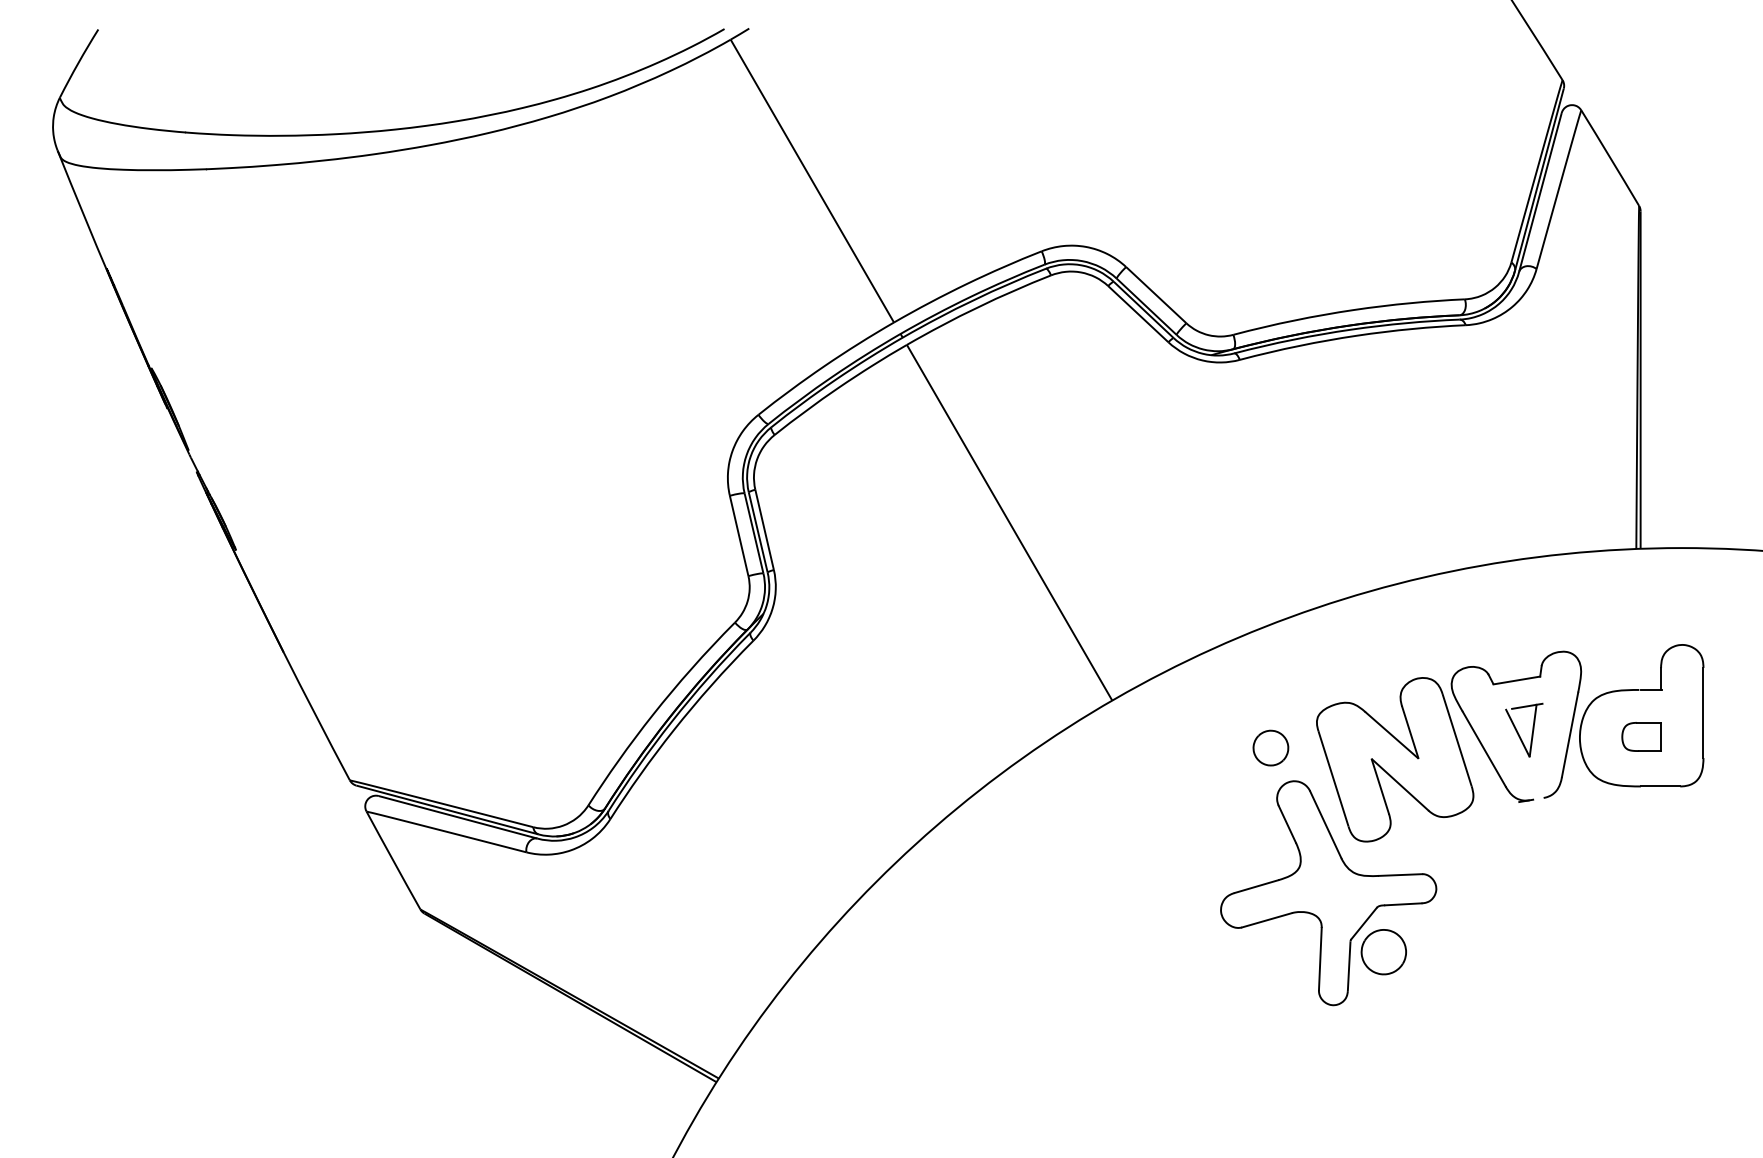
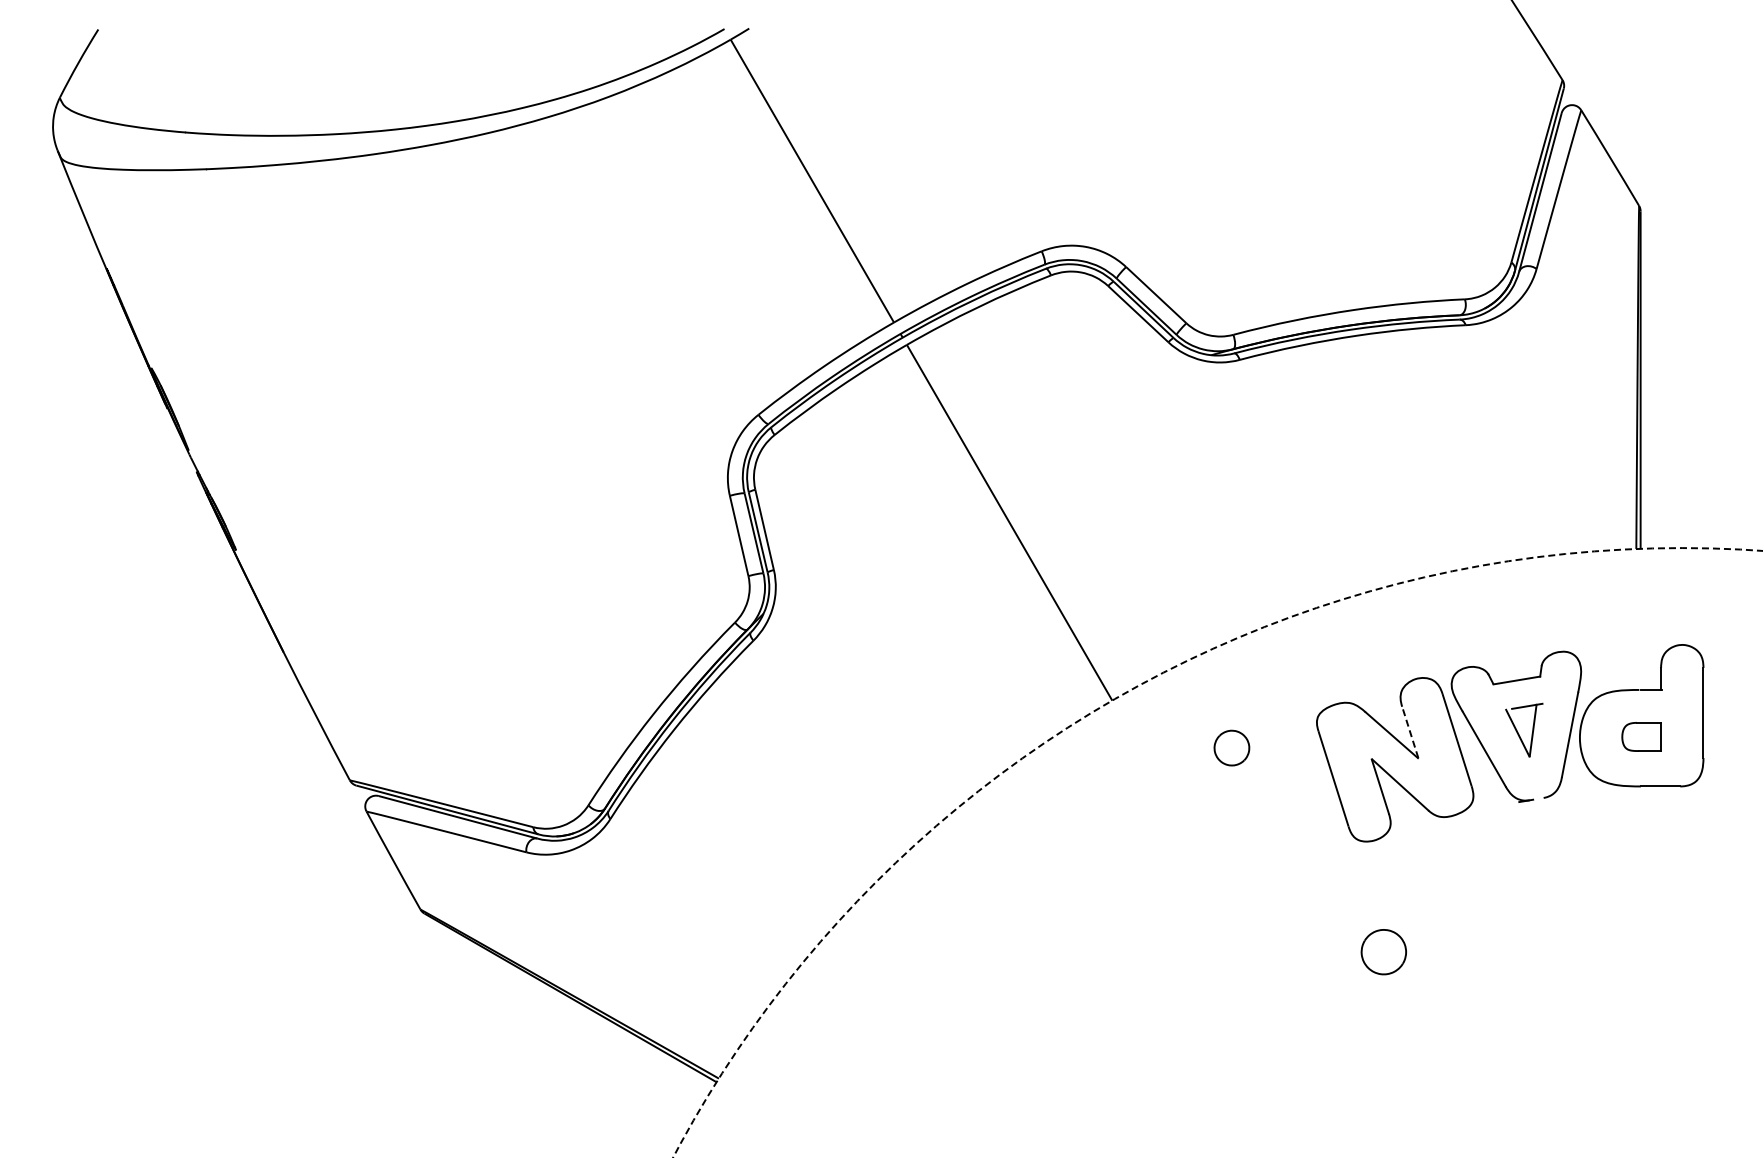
line at (1410, 732): solid -> dashed
part at (1270, 747) position: (1270, 747) -> (1231, 747)
circle at (1217, 852): solid -> dashed
part at (1328, 893): present -> none
